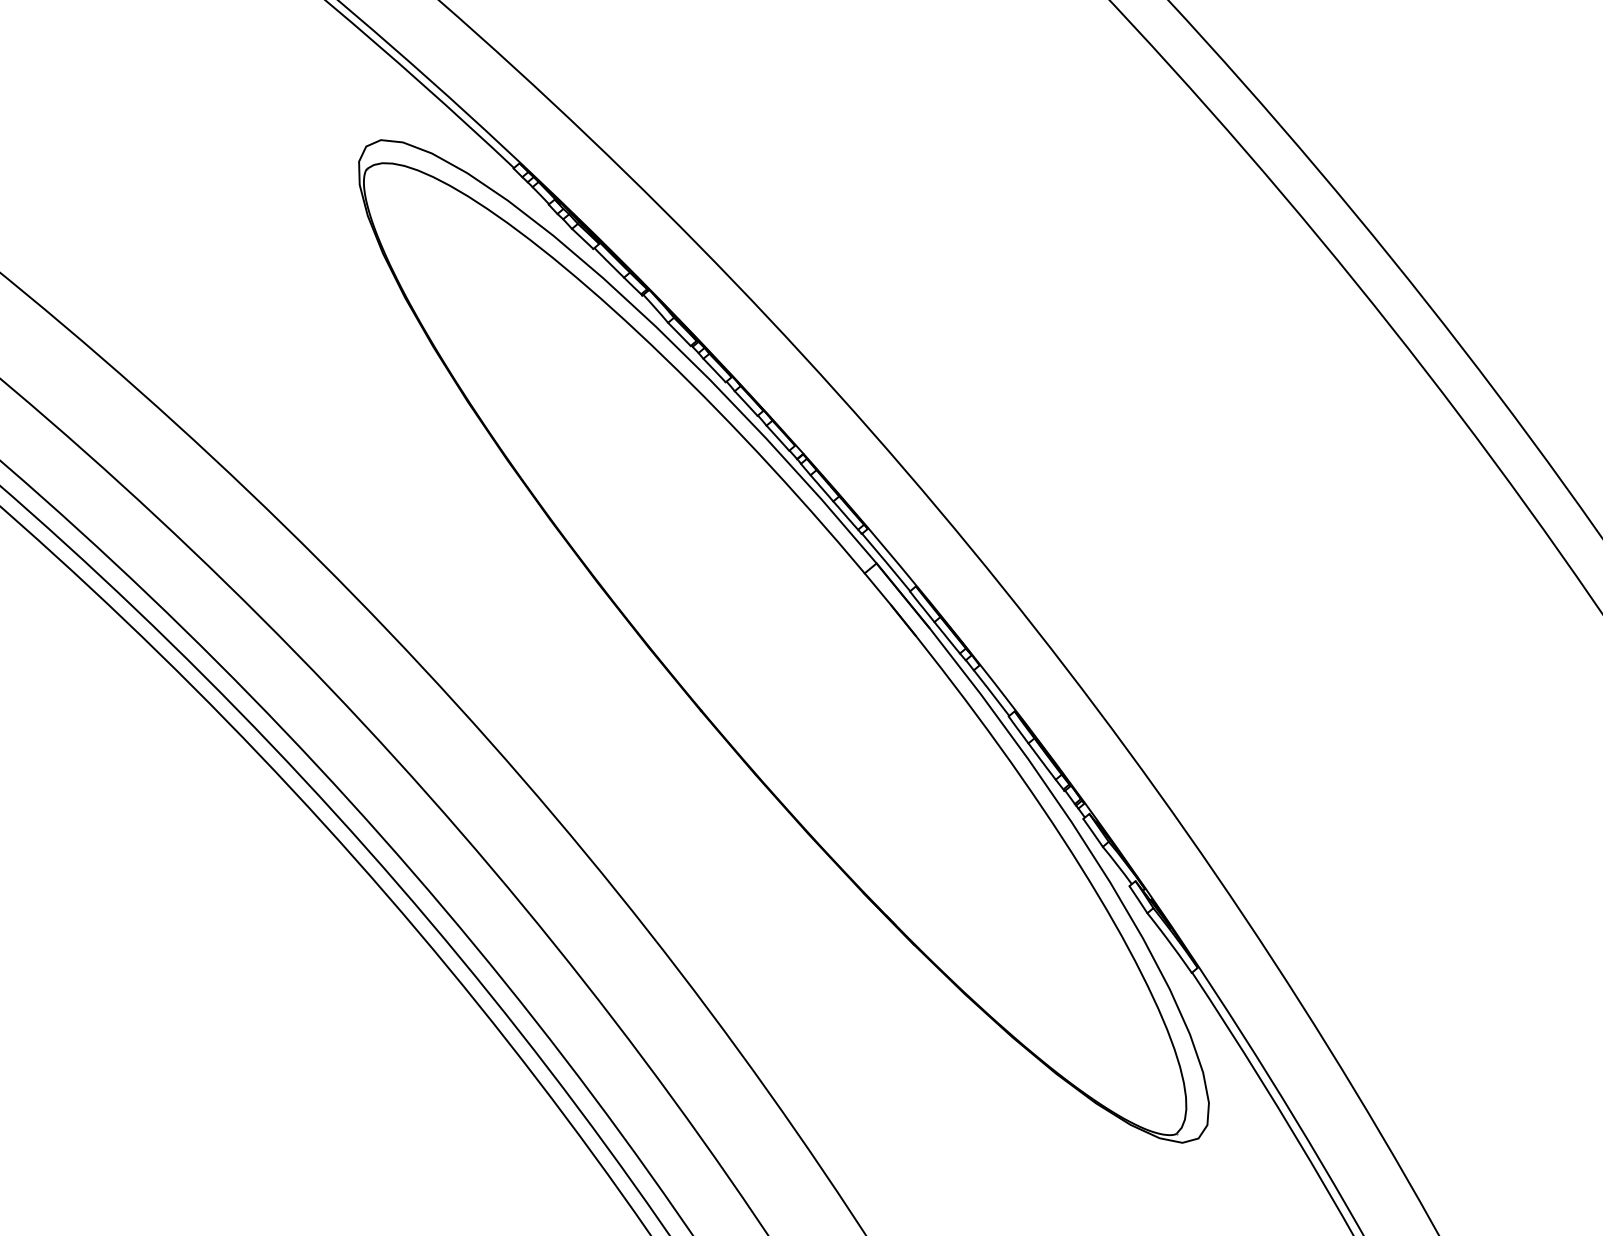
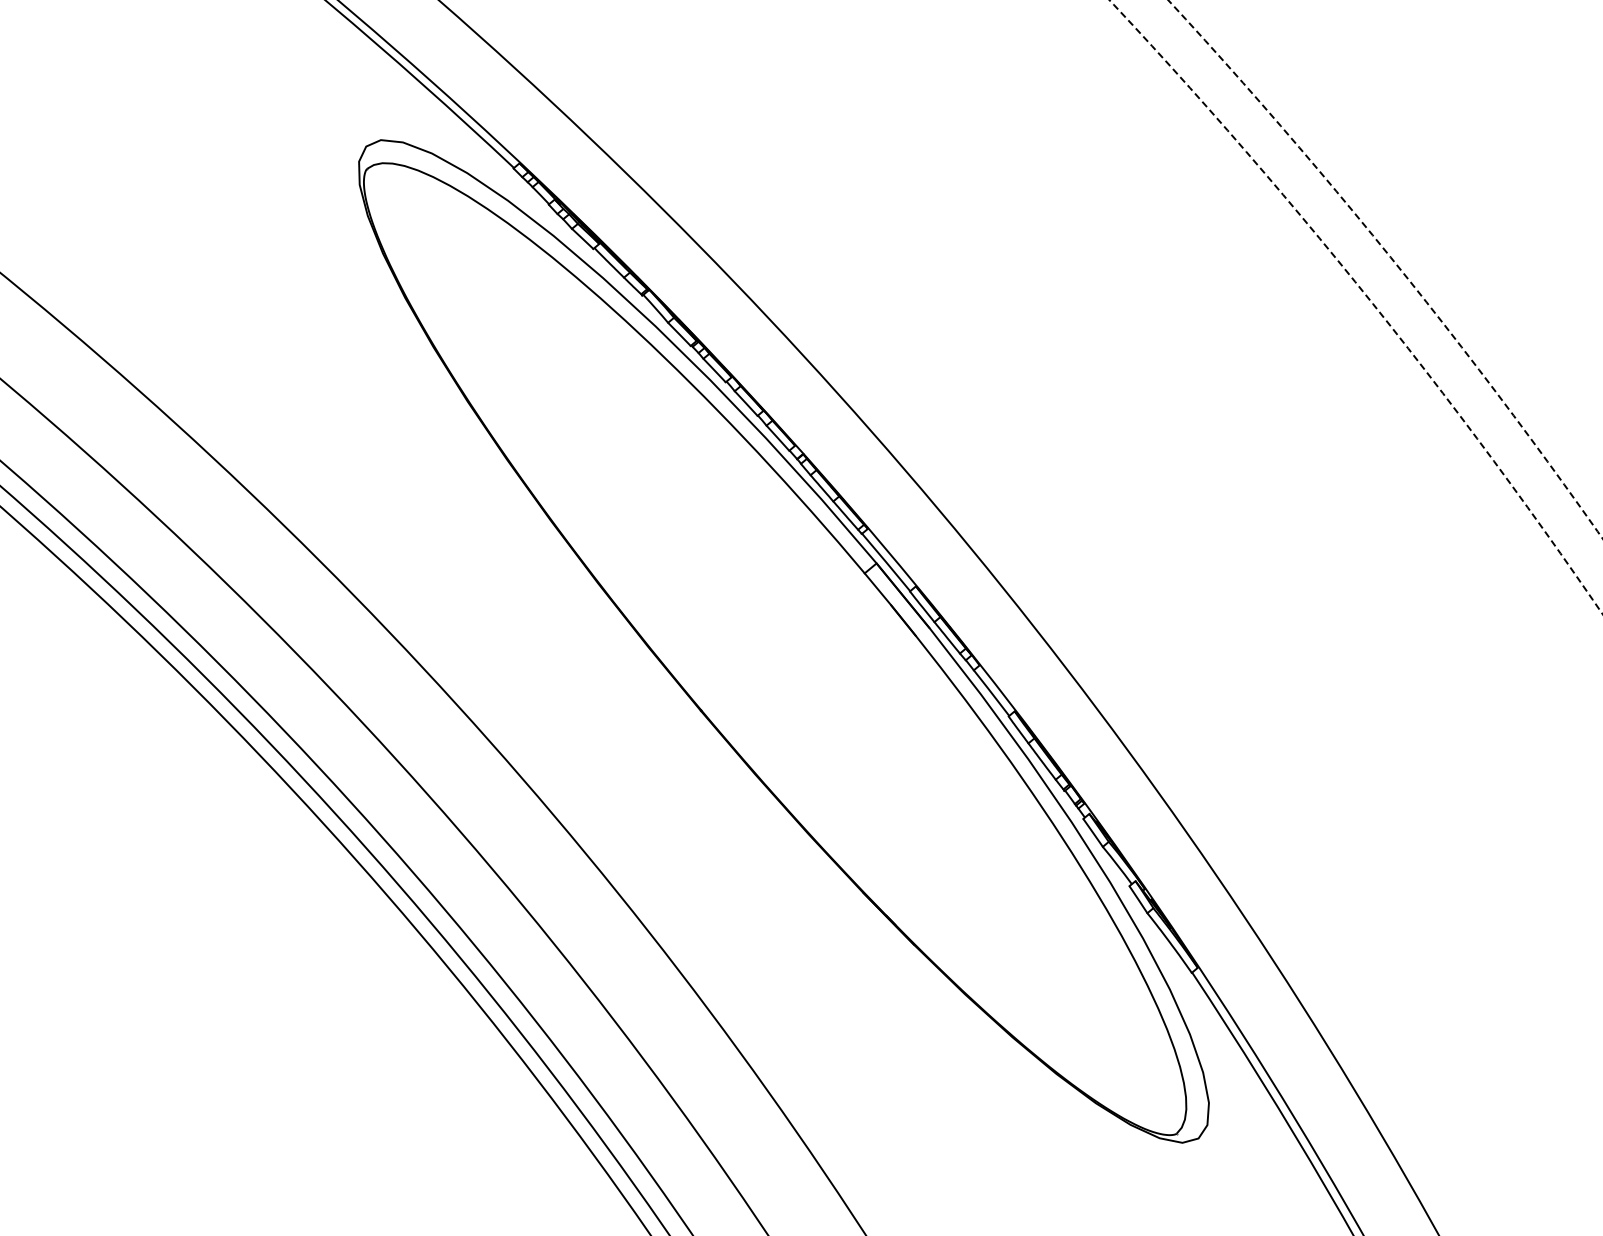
arc at (1394, 262): solid -> dashed
arc at (1367, 296): solid -> dashed
